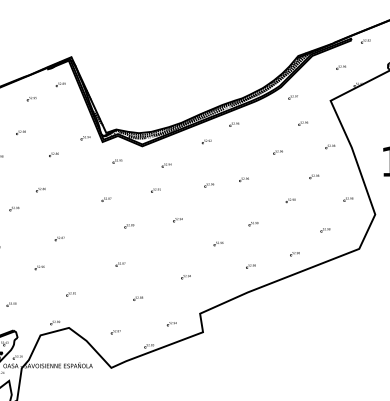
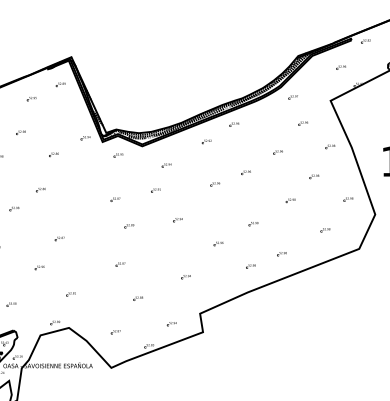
part at (117, 161) position: (117, 161) -> (118, 155)
part at (243, 179) position: (243, 179) -> (245, 172)
part at (209, 185) position: (209, 185) -> (215, 184)
part at (106, 199) position: (106, 199) -> (115, 199)
part at (294, 254) position: (294, 254) -> (281, 254)
